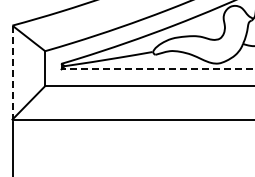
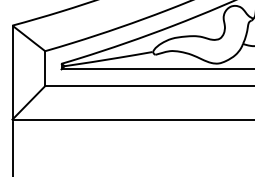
line at (157, 69): dashed -> solid
line at (12, 72): dashed -> solid
